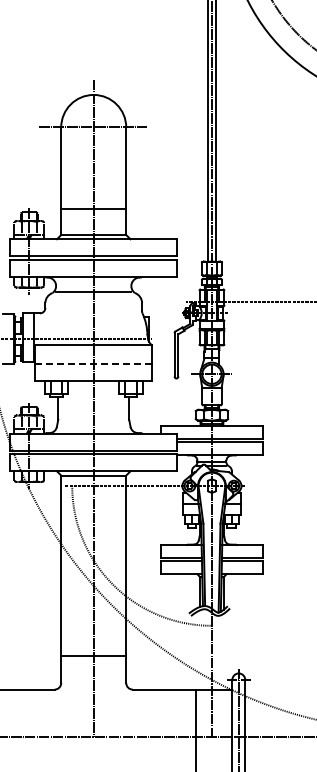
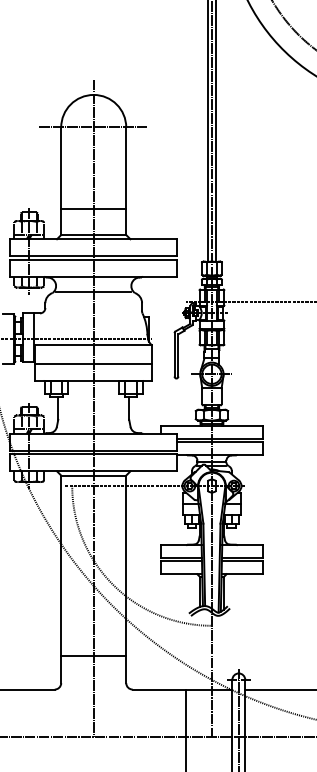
line at (93, 363): dashed -> solid
line at (279, 689): none -> present
line at (195, 728) position: (195, 728) -> (185, 728)
